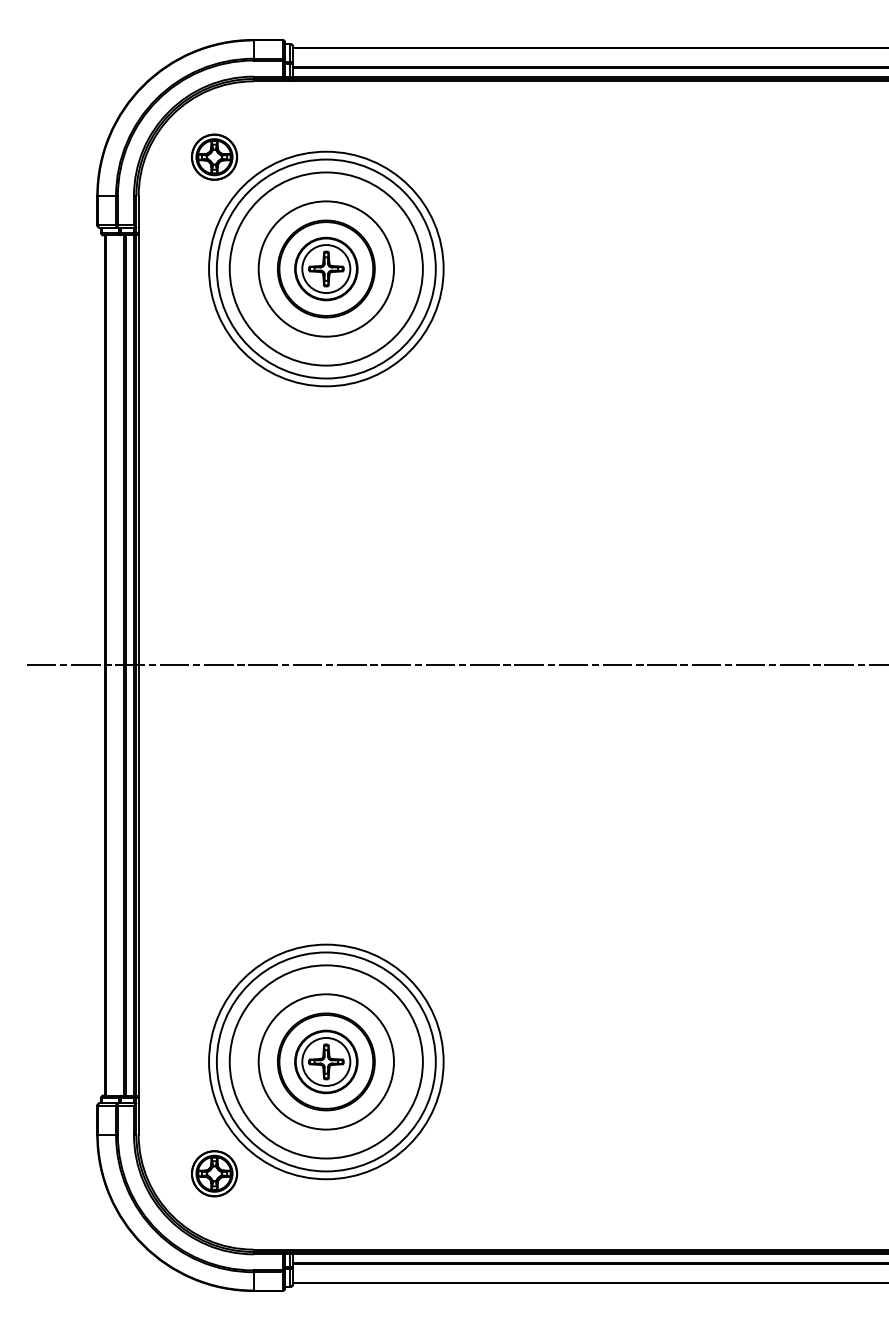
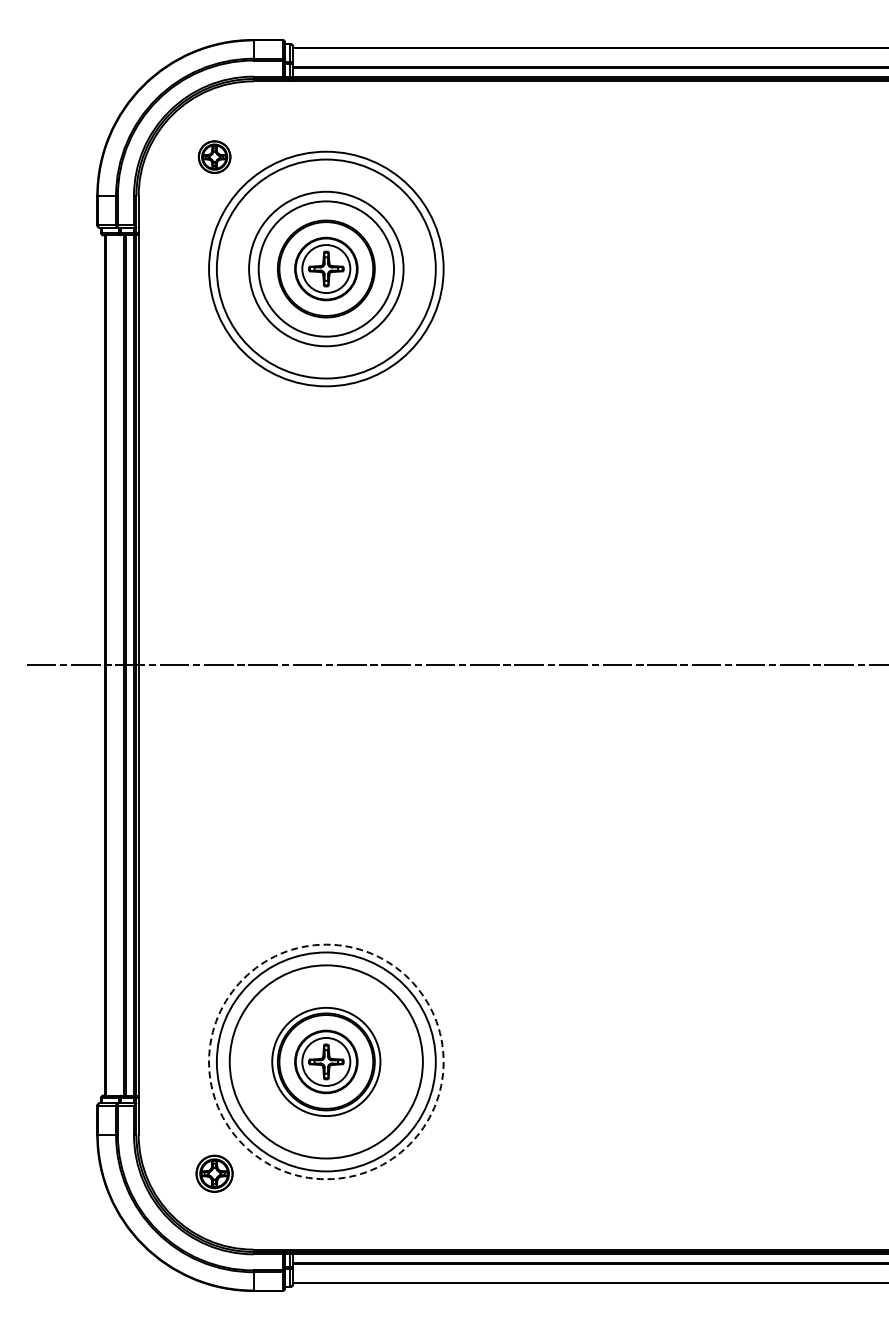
part at (214, 156) size: 48x48 px -> 35x34 px
circle at (325, 268) diameter: 193 px -> 155 px
circle at (325, 1061) diameter: 135 px -> 108 px
circle at (326, 1061): solid -> dashed
part at (214, 1173) size: 48x48 px -> 39x39 px
